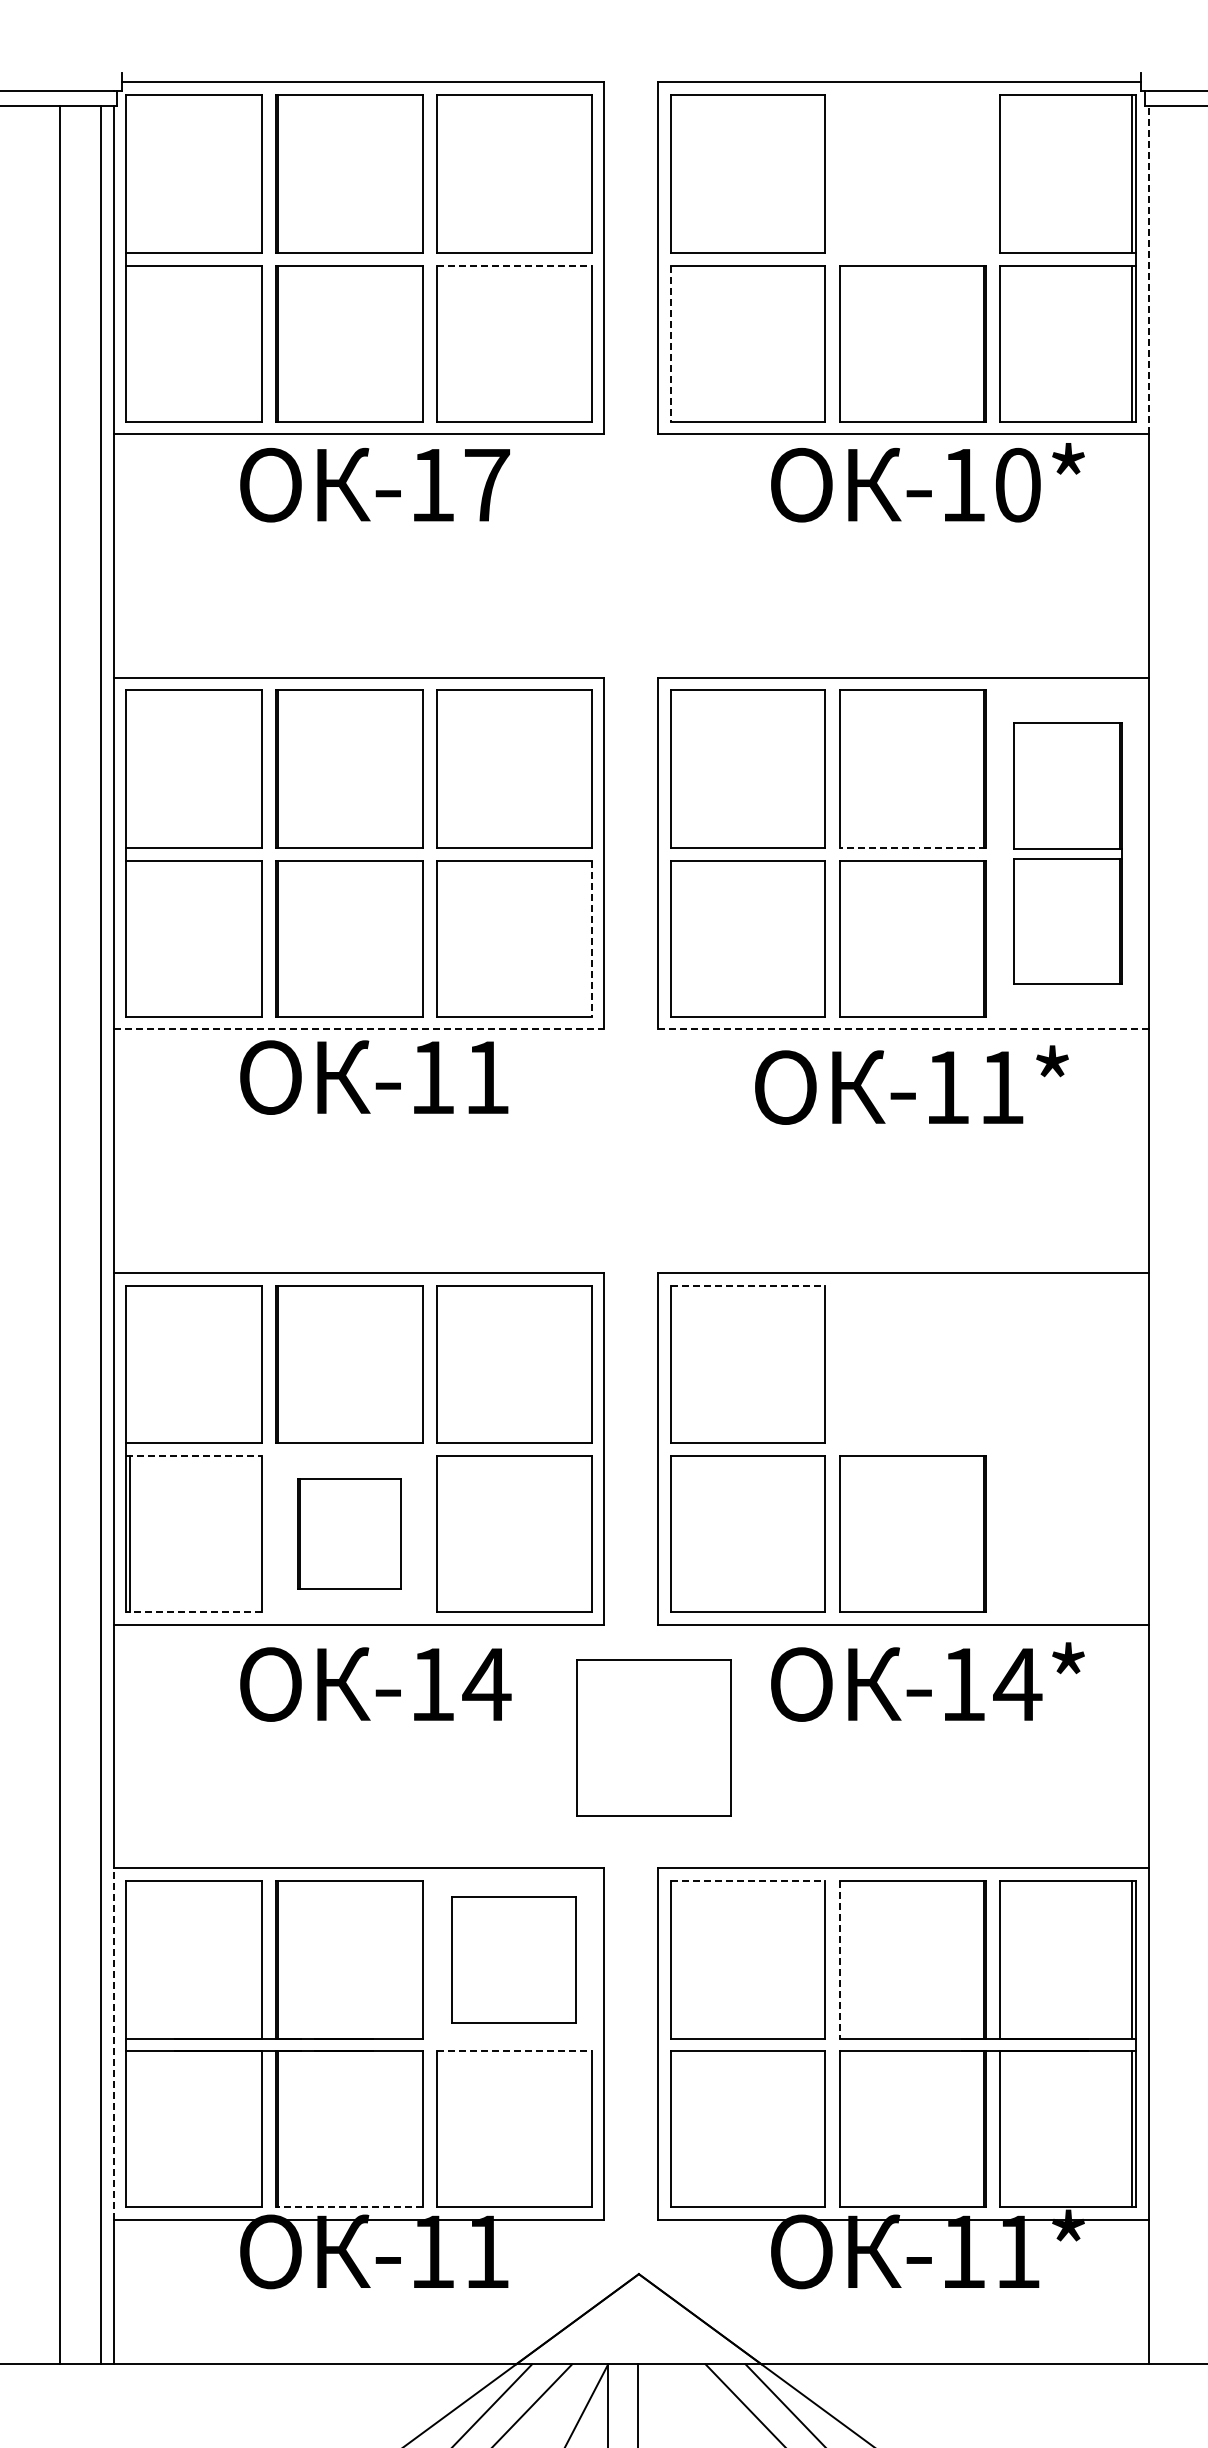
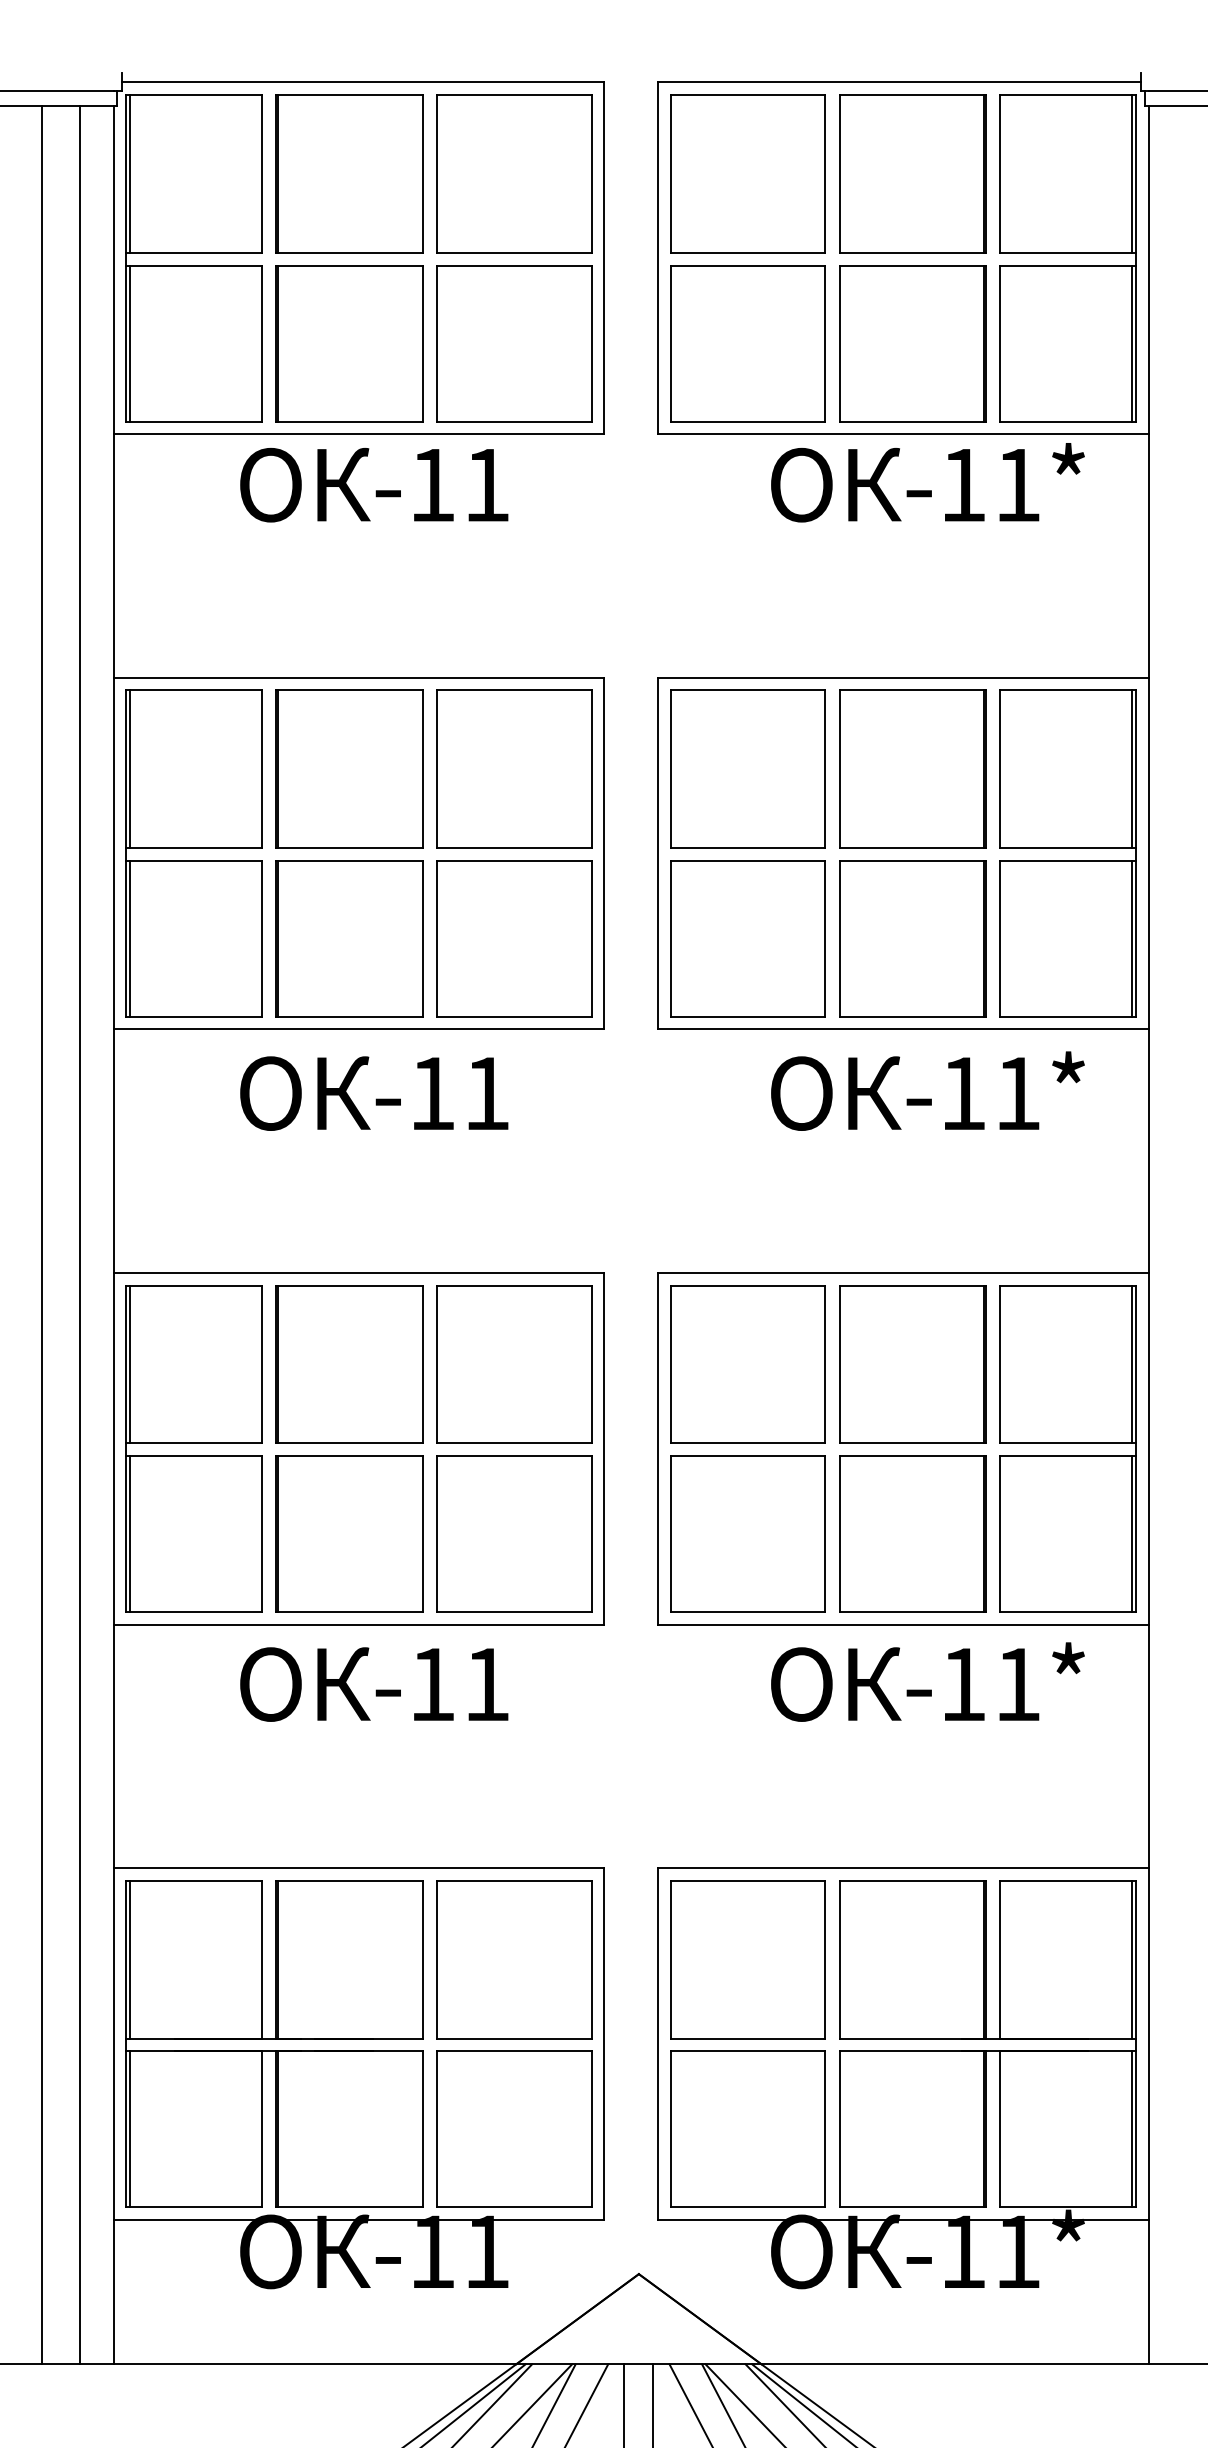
line at (130, 173): none -> present
part at (912, 173): none -> present
line at (514, 265): dashed -> solid
line at (1148, 269): dashed -> solid
line at (130, 343): none -> present
line at (670, 344): dashed -> solid
text at (1018, 484): -10* -> -11*
text at (487, 485): -17 -> -11
line at (130, 769): none -> present
line at (912, 848): dashed -> solid
part at (1067, 853) size: 110x263 px -> 138x329 px
line at (130, 938): none -> present
line at (591, 939): dashed -> solid
line at (359, 1029): dashed -> solid
line at (903, 1029): dashed -> solid
text at (374, 1077) position: (374, 1077) -> (374, 1093)
text at (911, 1084) position: (911, 1084) -> (927, 1090)
line at (59, 1234) position: (59, 1234) -> (41, 1234)
line at (101, 1234) position: (101, 1234) -> (80, 1234)
line at (748, 1285): dashed -> solid
line at (130, 1364): none -> present
part at (912, 1364): none -> present
part at (1067, 1448): none -> present
line at (194, 1456): dashed -> solid
part at (349, 1533) size: 105x112 px -> 149x158 px
line at (194, 1612): dashed -> solid
text at (486, 1684): -14 -> -11
text at (1017, 1684): -14* -> -11*
part at (653, 1737): present -> none
line at (748, 1880): dashed -> solid
line at (130, 1959): none -> present
part at (513, 1959) size: 126x128 px -> 157x160 px
line at (839, 1959): dashed -> solid
line at (113, 2044): dashed -> solid
line at (514, 2051): dashed -> solid
line at (130, 2129): none -> present
line at (348, 2207): dashed -> solid
line at (474, 2404): none -> present
line at (554, 2404): none -> present
line at (608, 2404) position: (608, 2404) -> (624, 2404)
line at (638, 2404) position: (638, 2404) -> (653, 2404)
line at (690, 2404): none -> present
line at (722, 2404): none -> present
line at (802, 2404): none -> present
